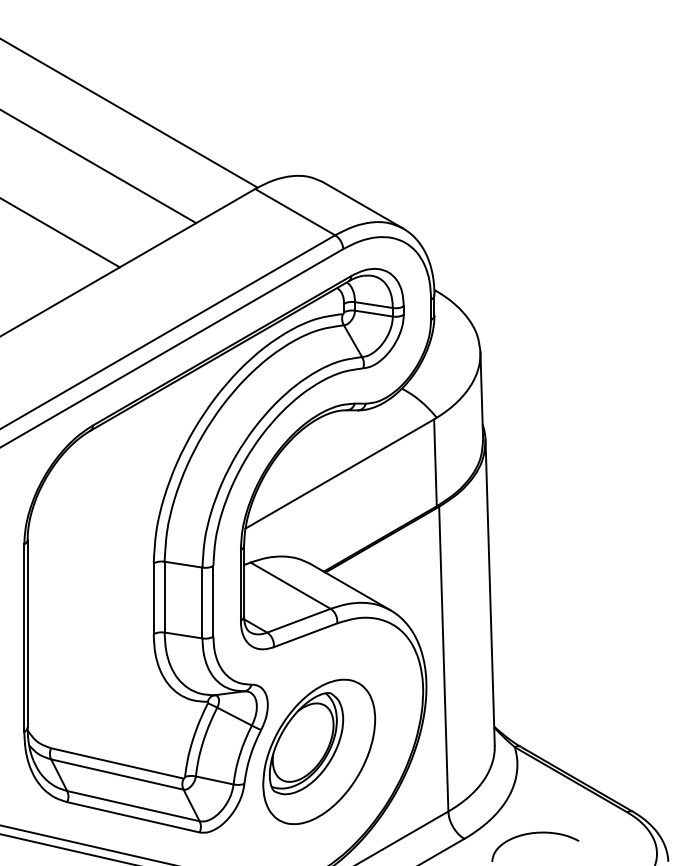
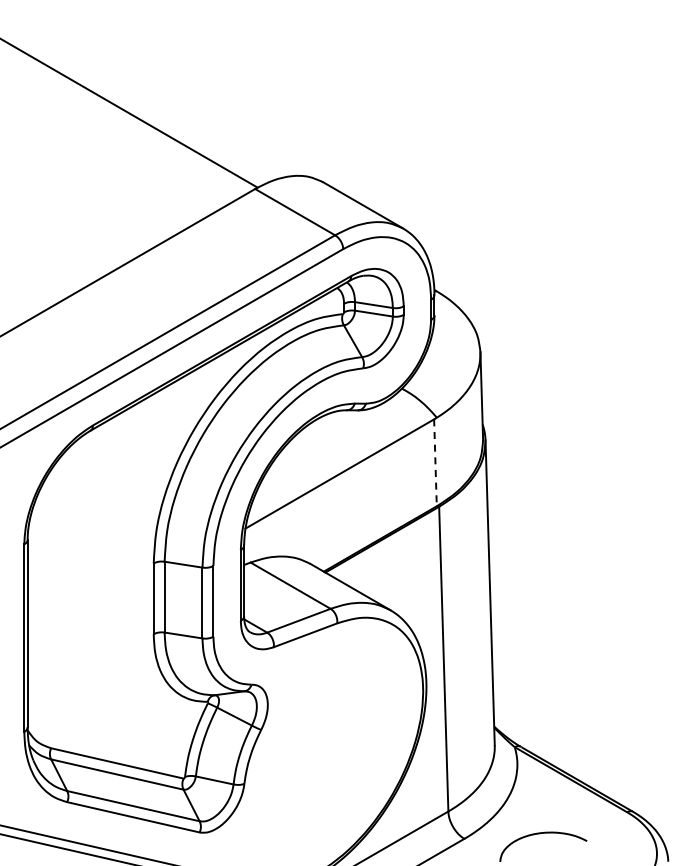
line at (99, 166): present -> none
line at (60, 233): present -> none
line at (435, 463): solid -> dashed
part at (319, 751): present -> none
curve at (532, 834) position: (532, 834) -> (540, 834)
